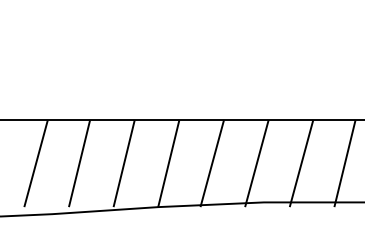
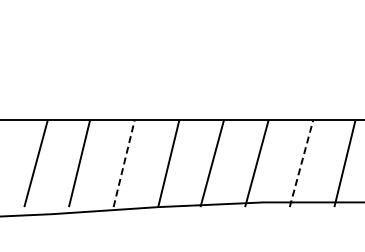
line at (124, 163): solid -> dashed
line at (301, 163): solid -> dashed
